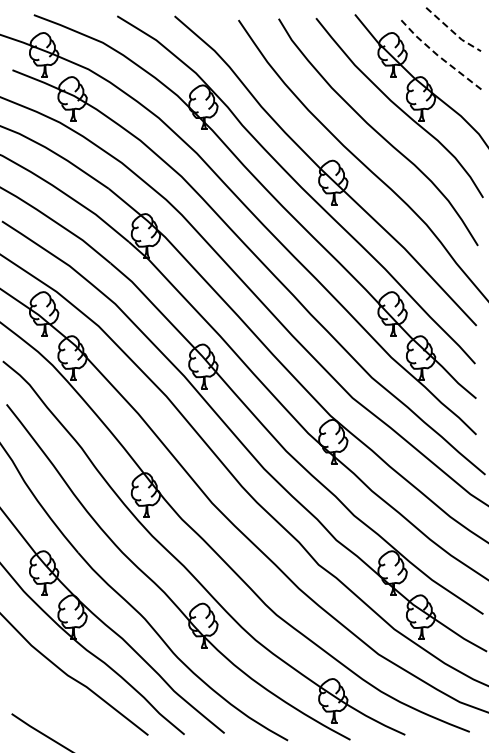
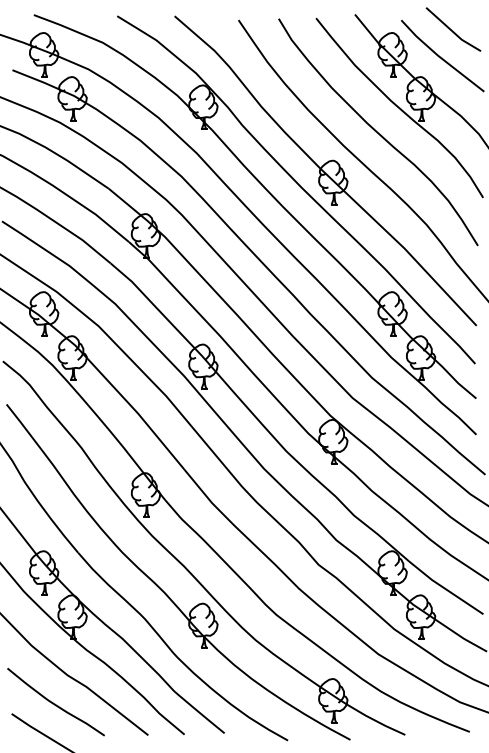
line at (452, 31): dashed -> solid
line at (440, 57): dashed -> solid
curve at (55, 703): none -> present
